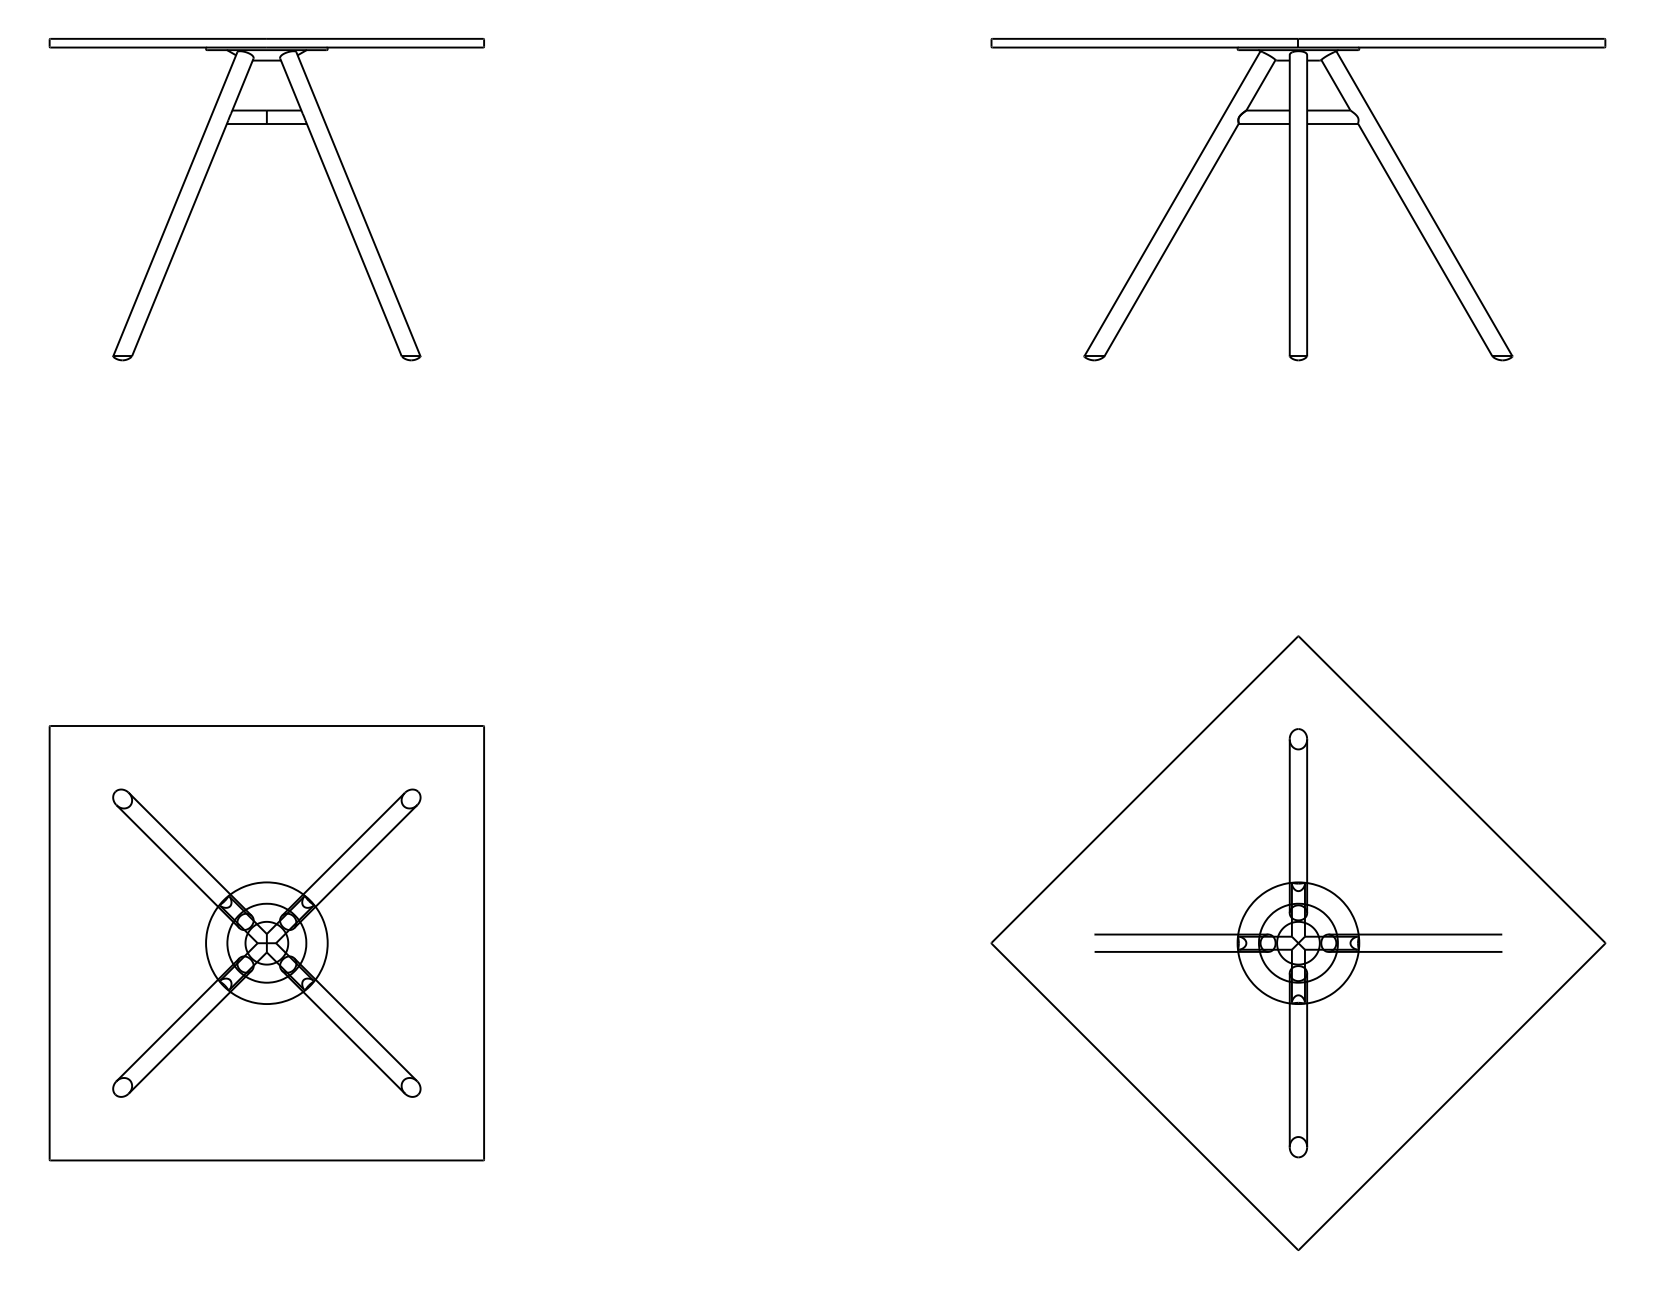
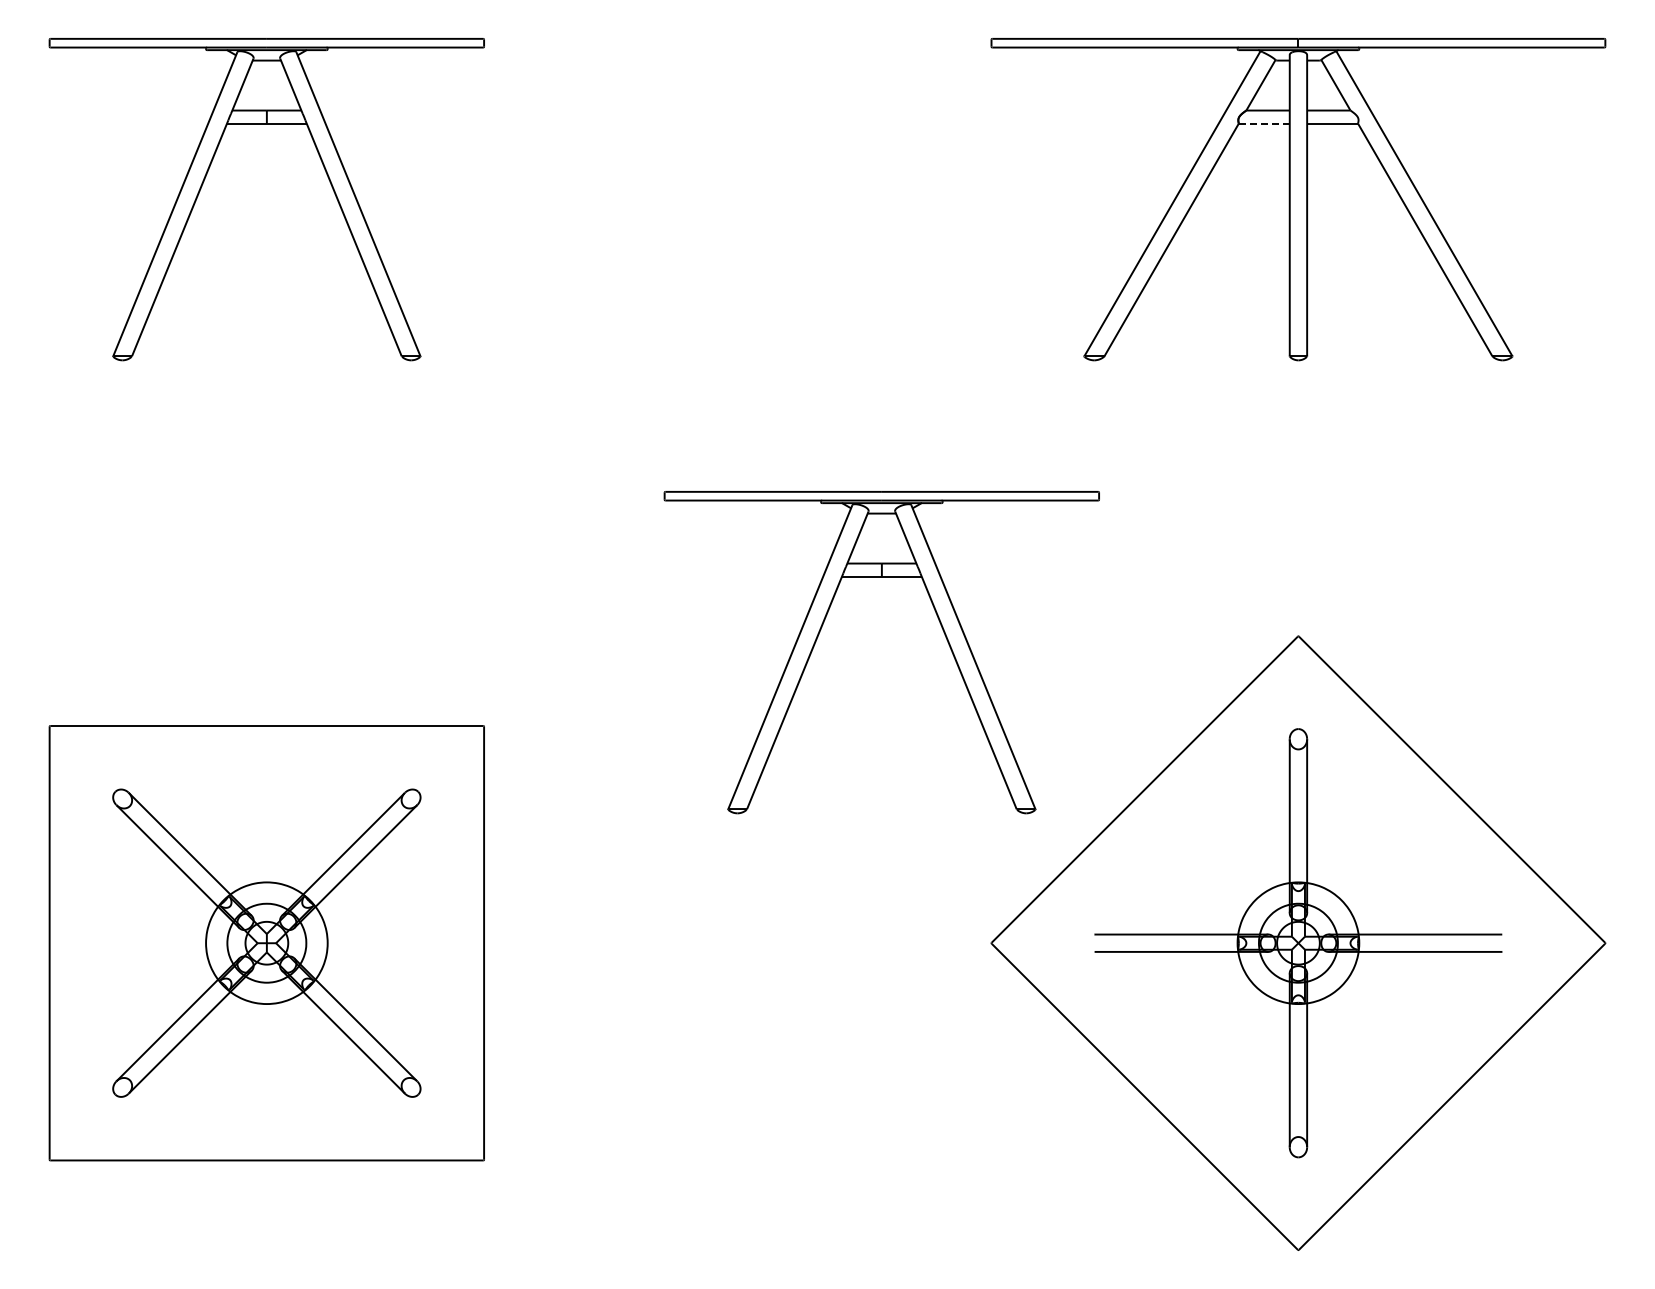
line at (1264, 123): solid -> dashed
part at (822, 627): none -> present
